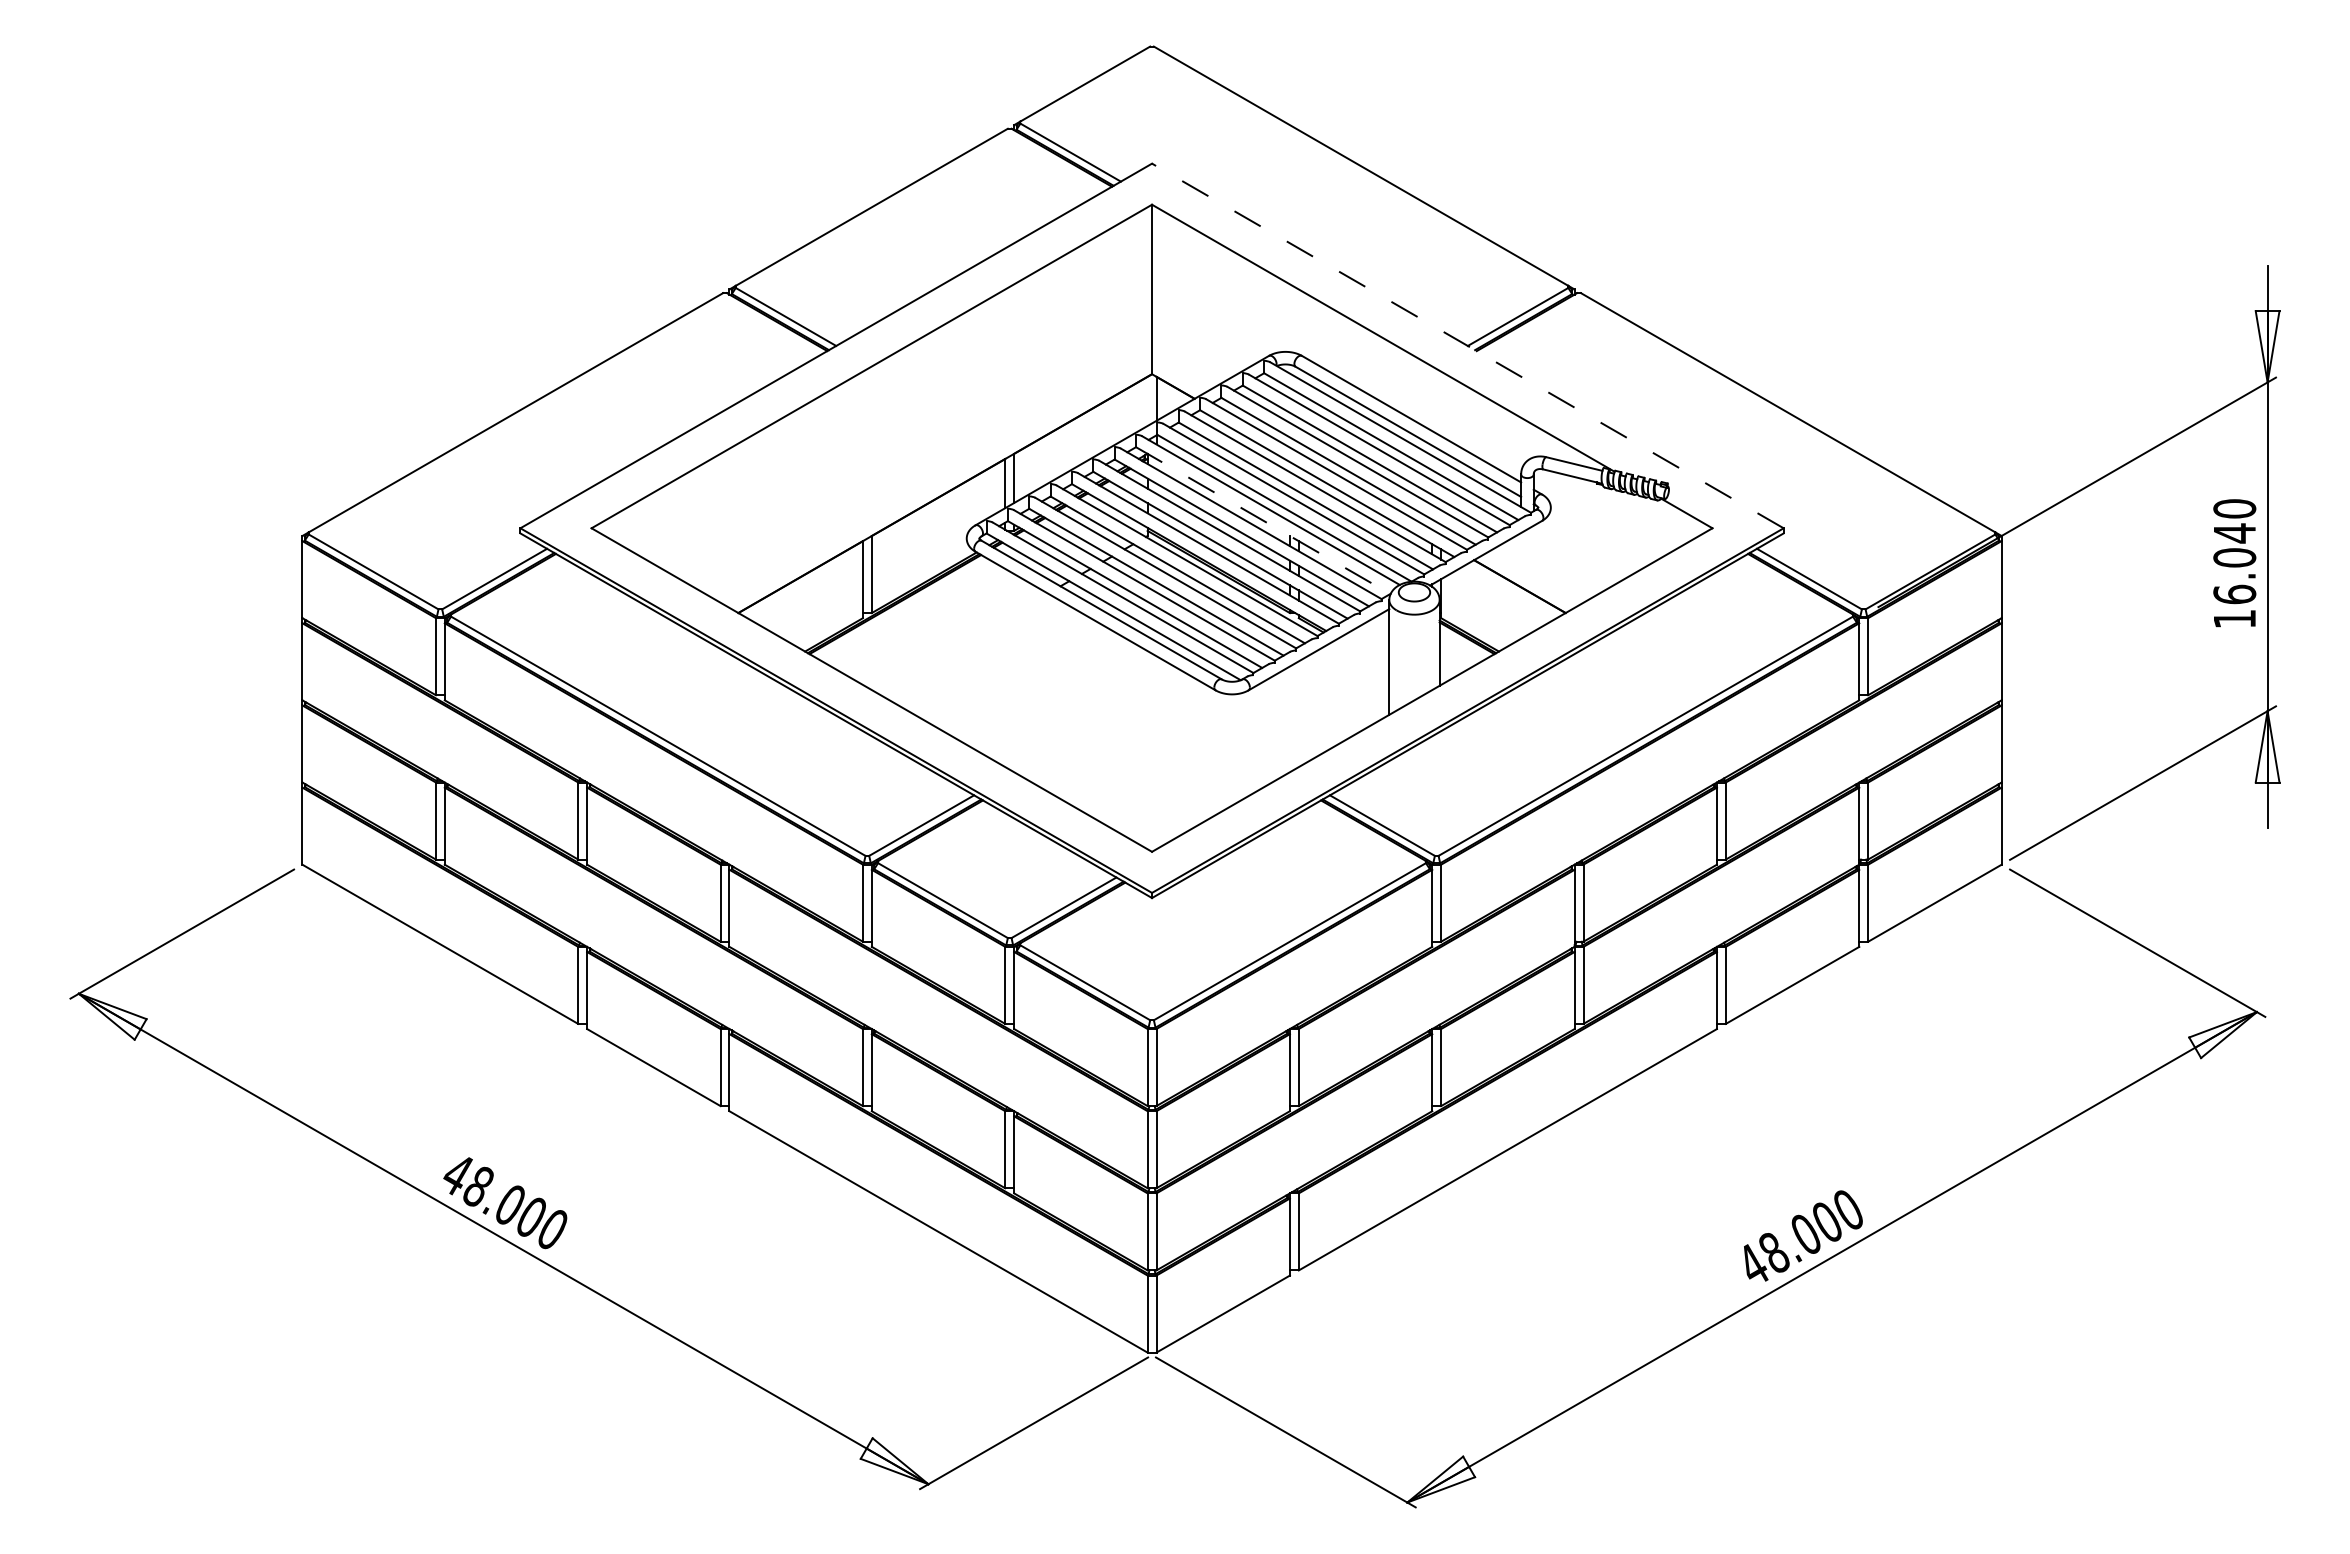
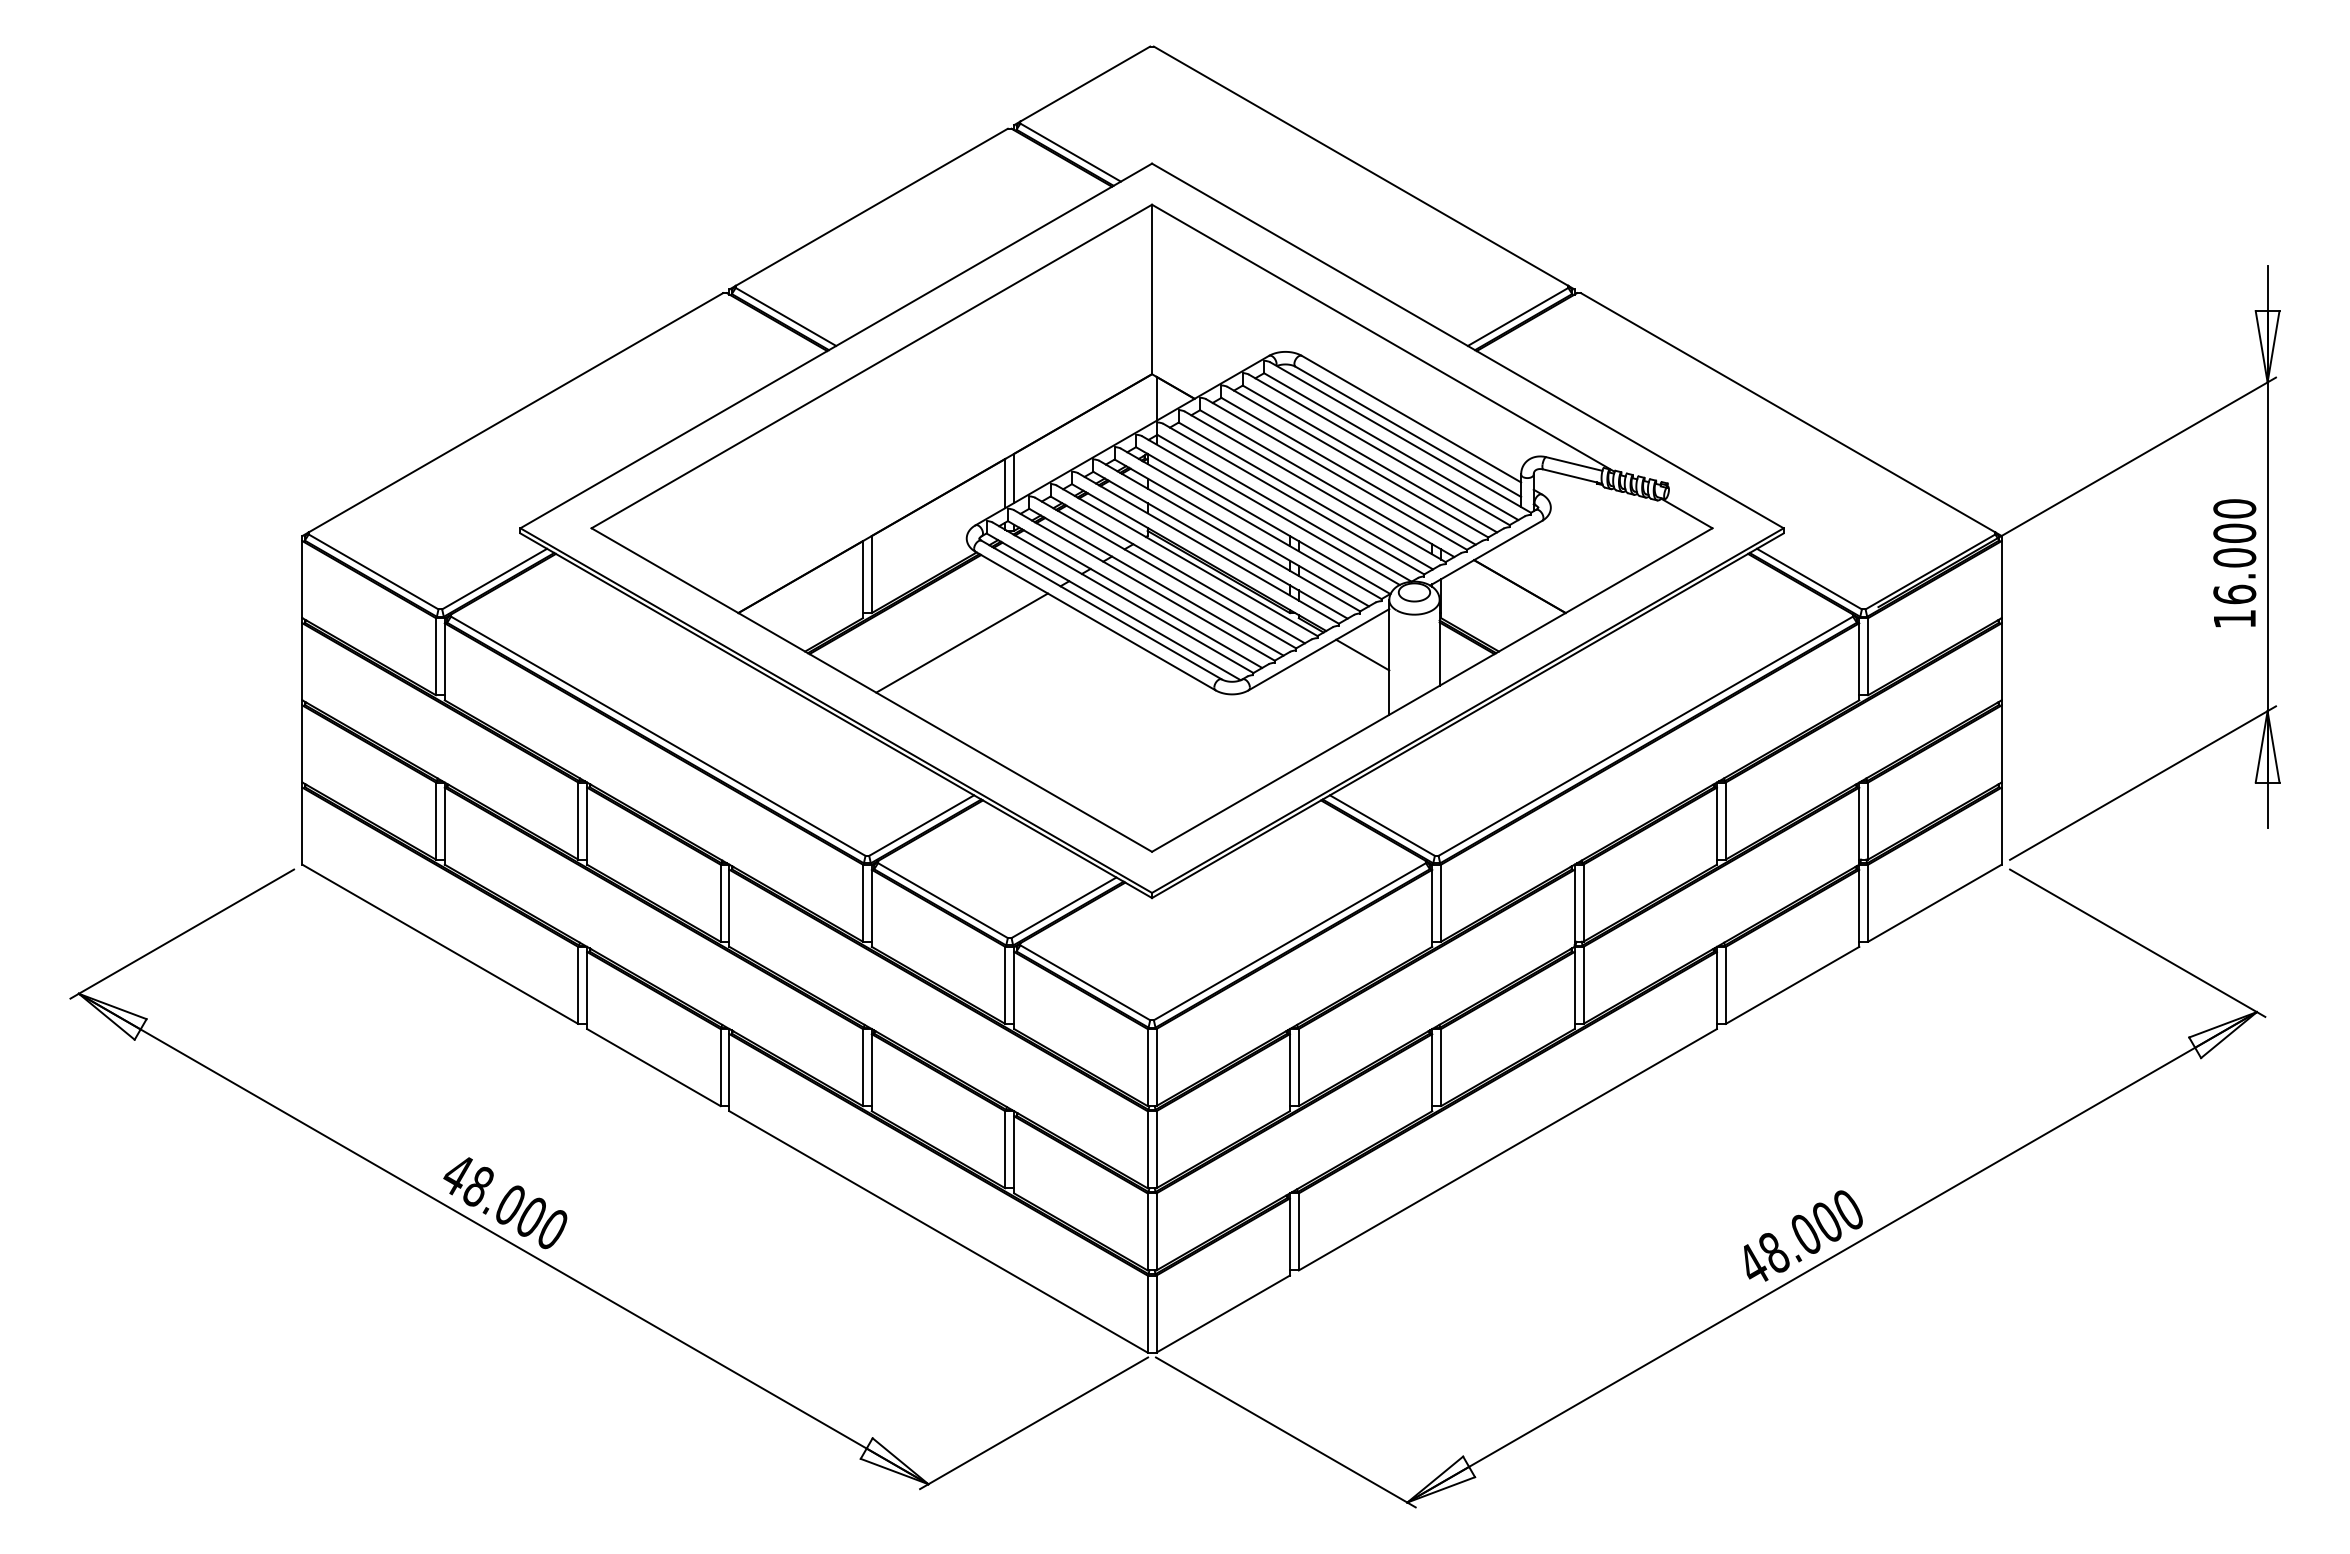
line at (1467, 345): dashed -> solid
line at (1263, 520): dashed -> solid
text at (2234, 533): 16.040 -> 16.000
line at (961, 642): none -> present
line at (1362, 654): none -> present
